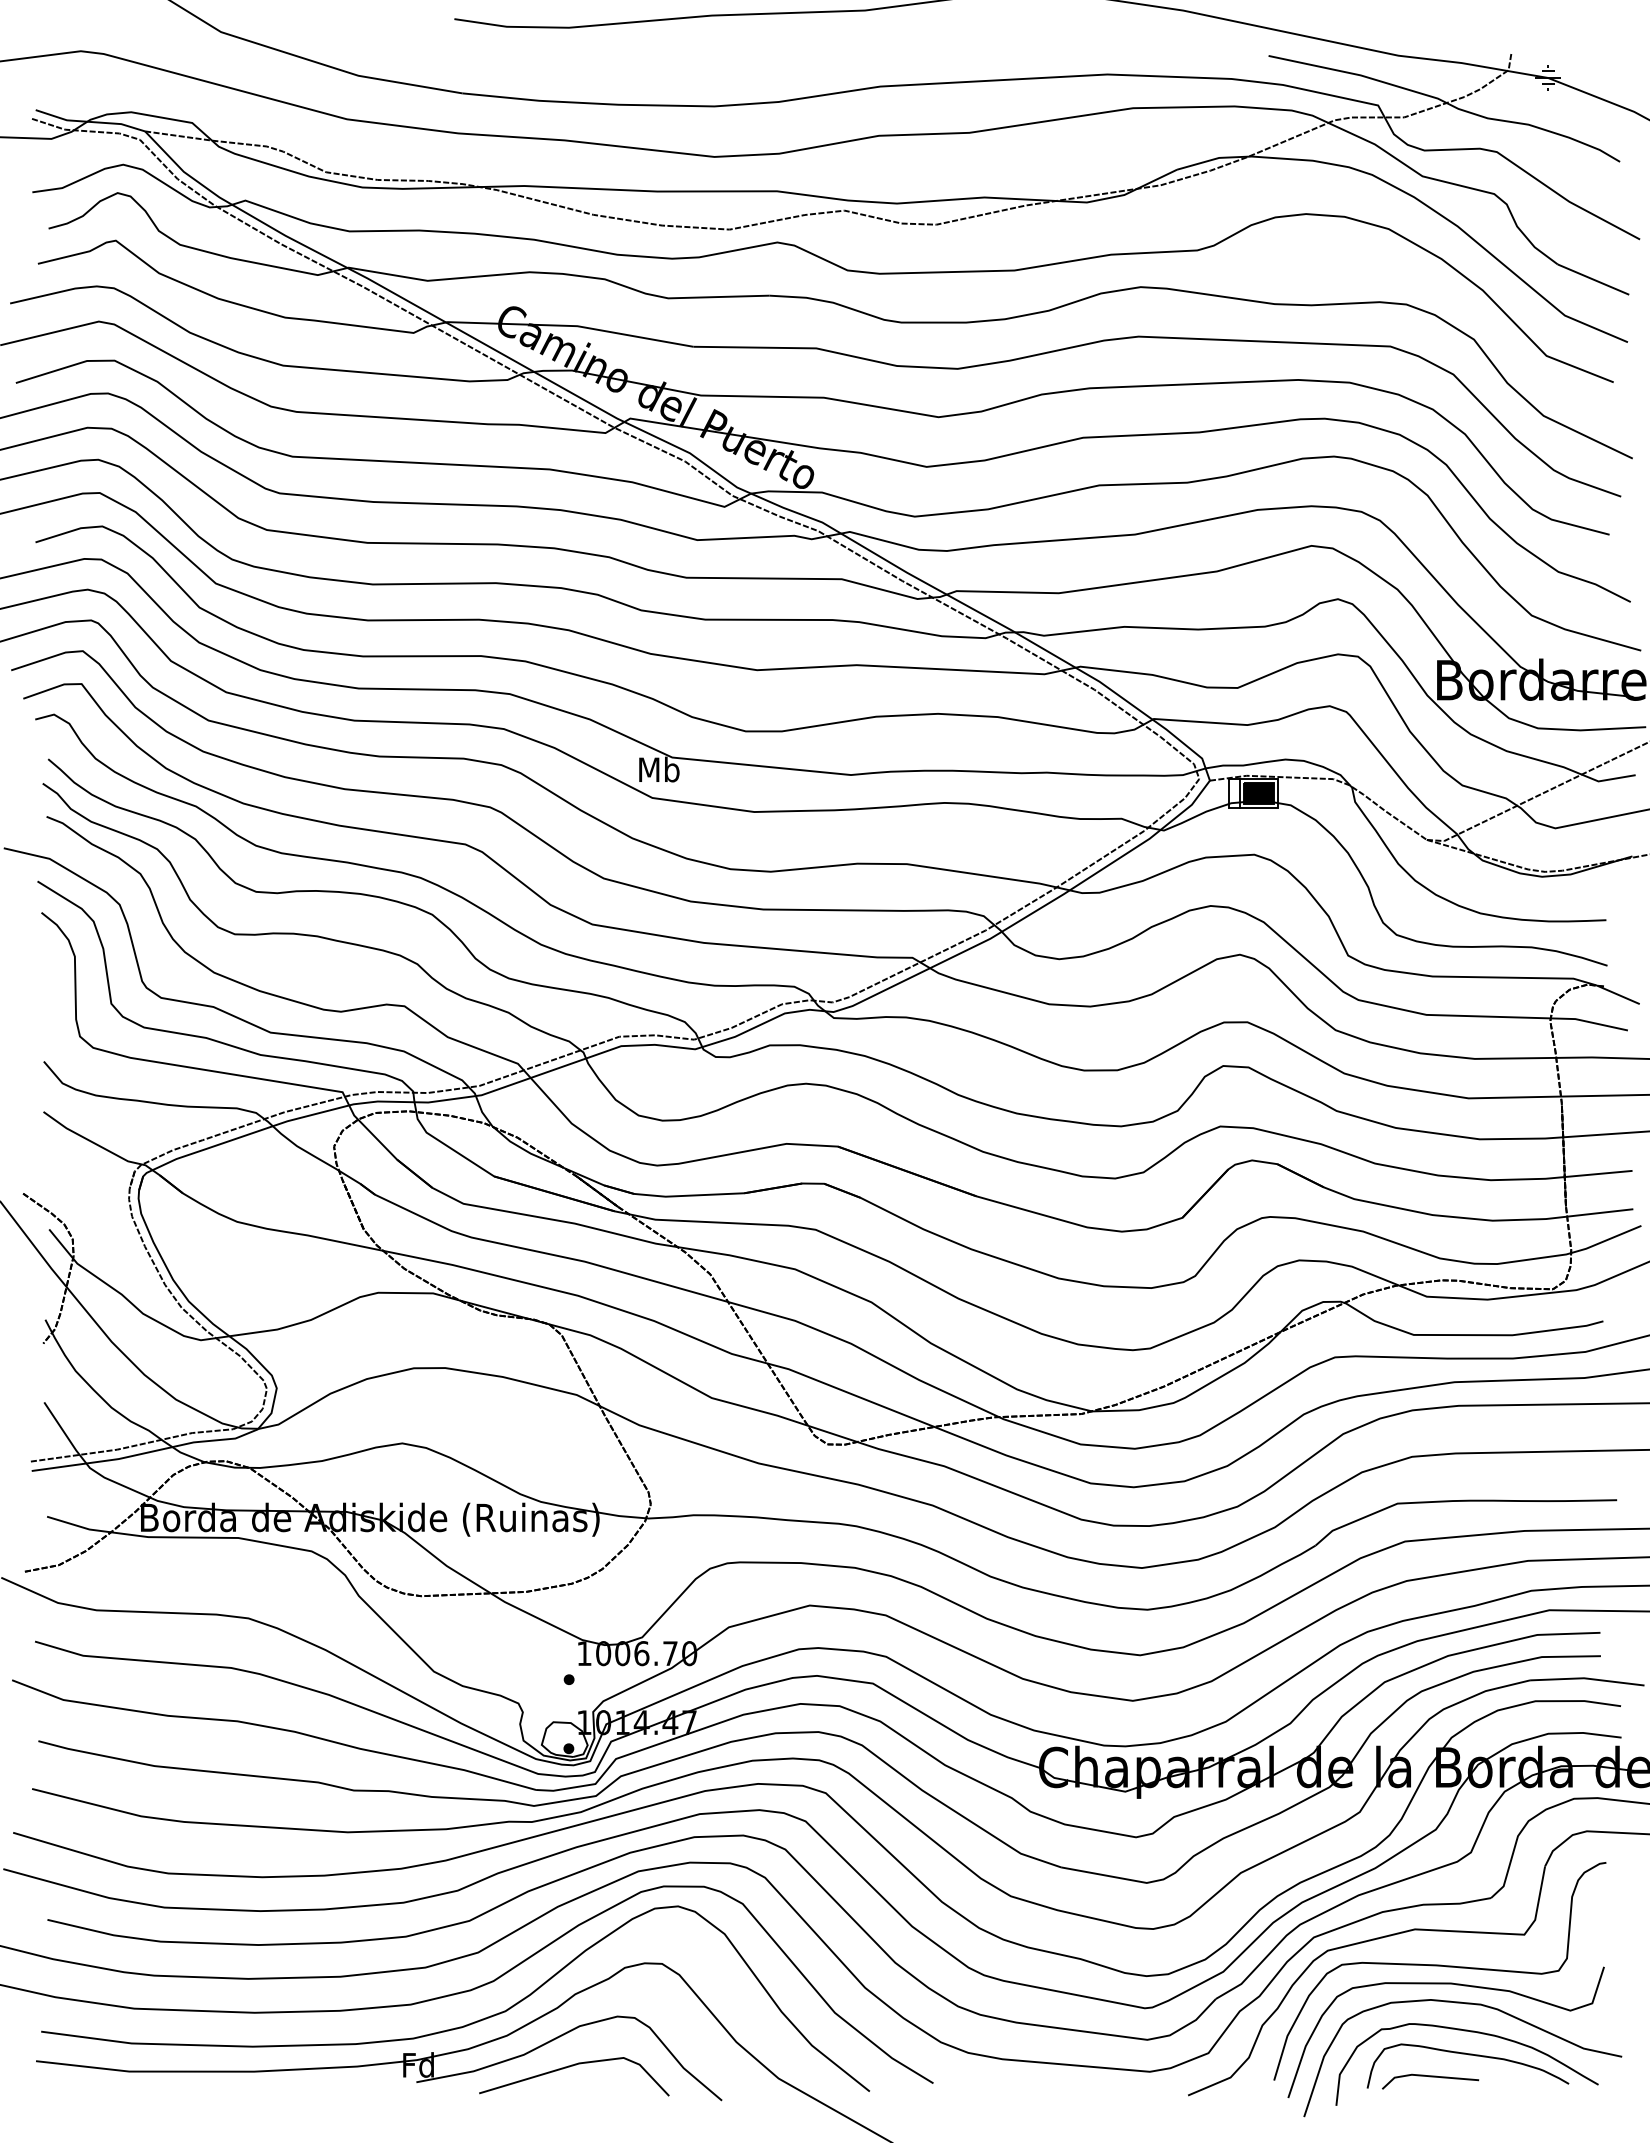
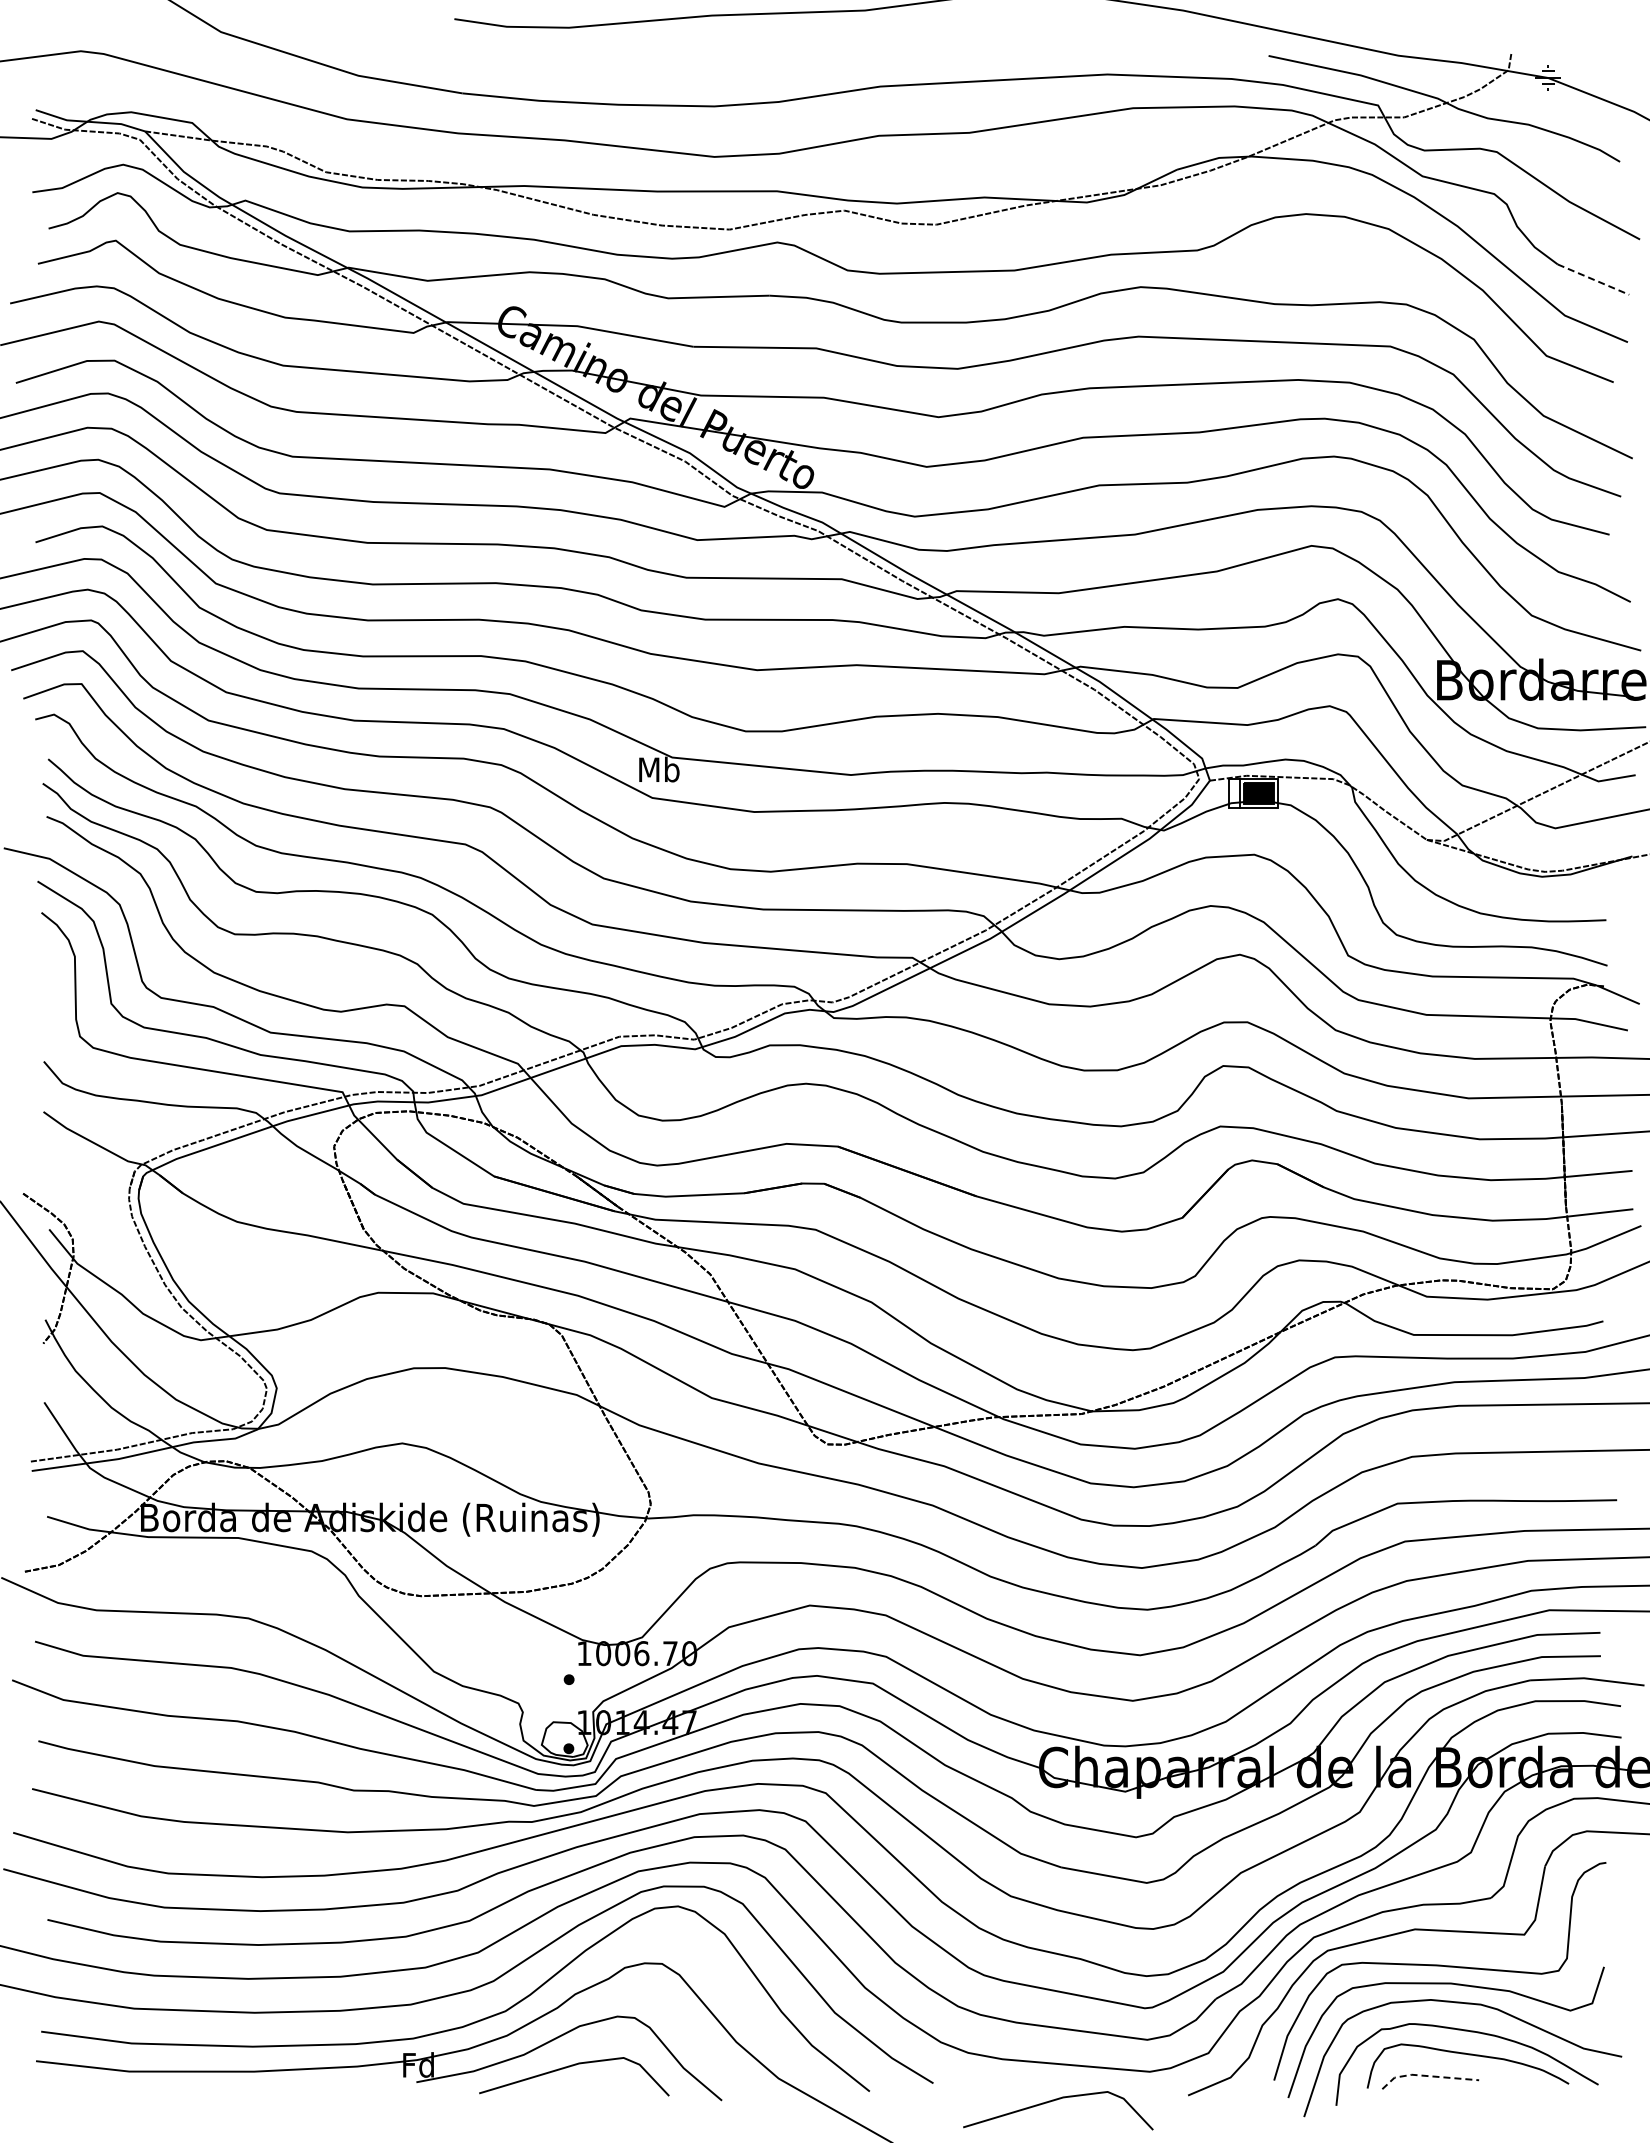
line at (1593, 279): solid -> dashed
line at (1427, 2076): solid -> dashed
line at (1057, 2100): none -> present
